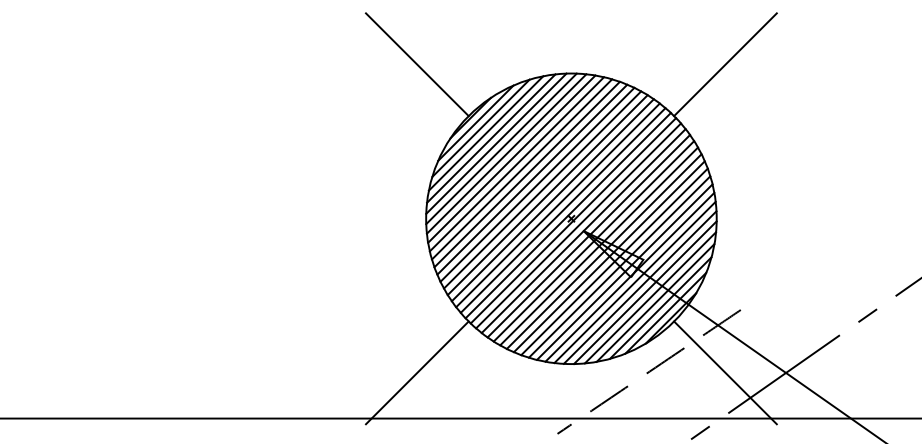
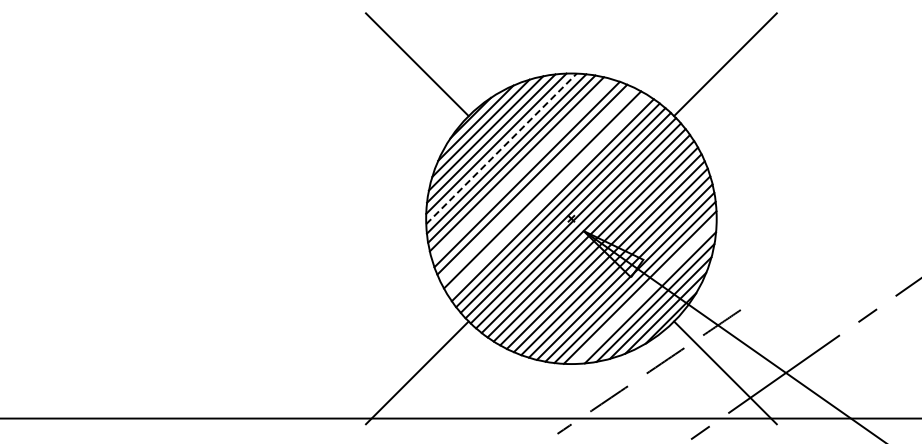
line at (501, 148): solid -> dashed
line at (521, 169): present -> none
line at (537, 184): present -> none
line at (547, 195): present -> none
line at (645, 292): present -> none
